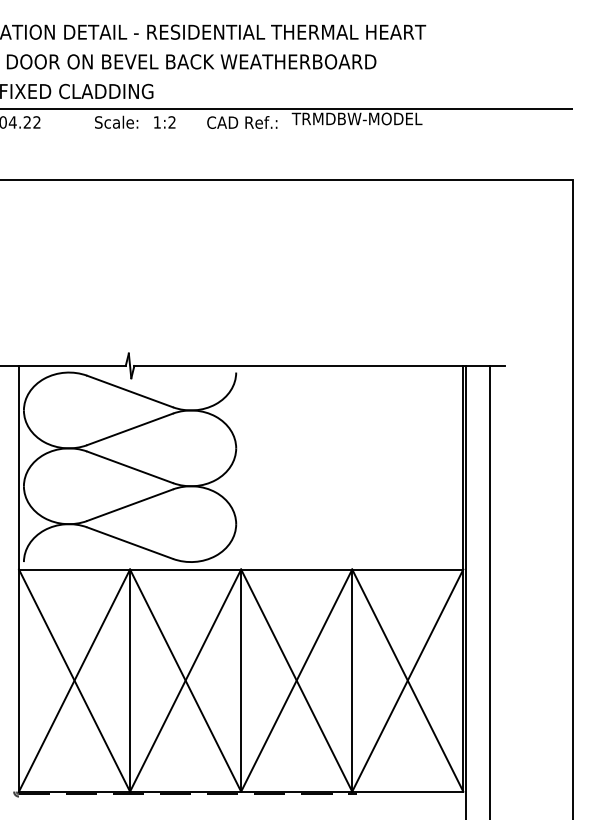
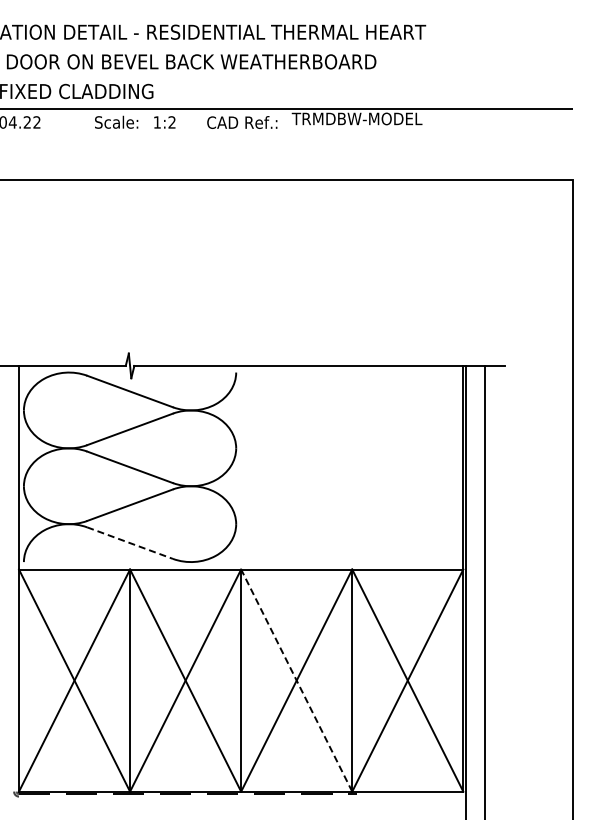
line at (130, 543): solid -> dashed
line at (490, 590) position: (490, 590) -> (485, 590)
line at (296, 680): solid -> dashed
